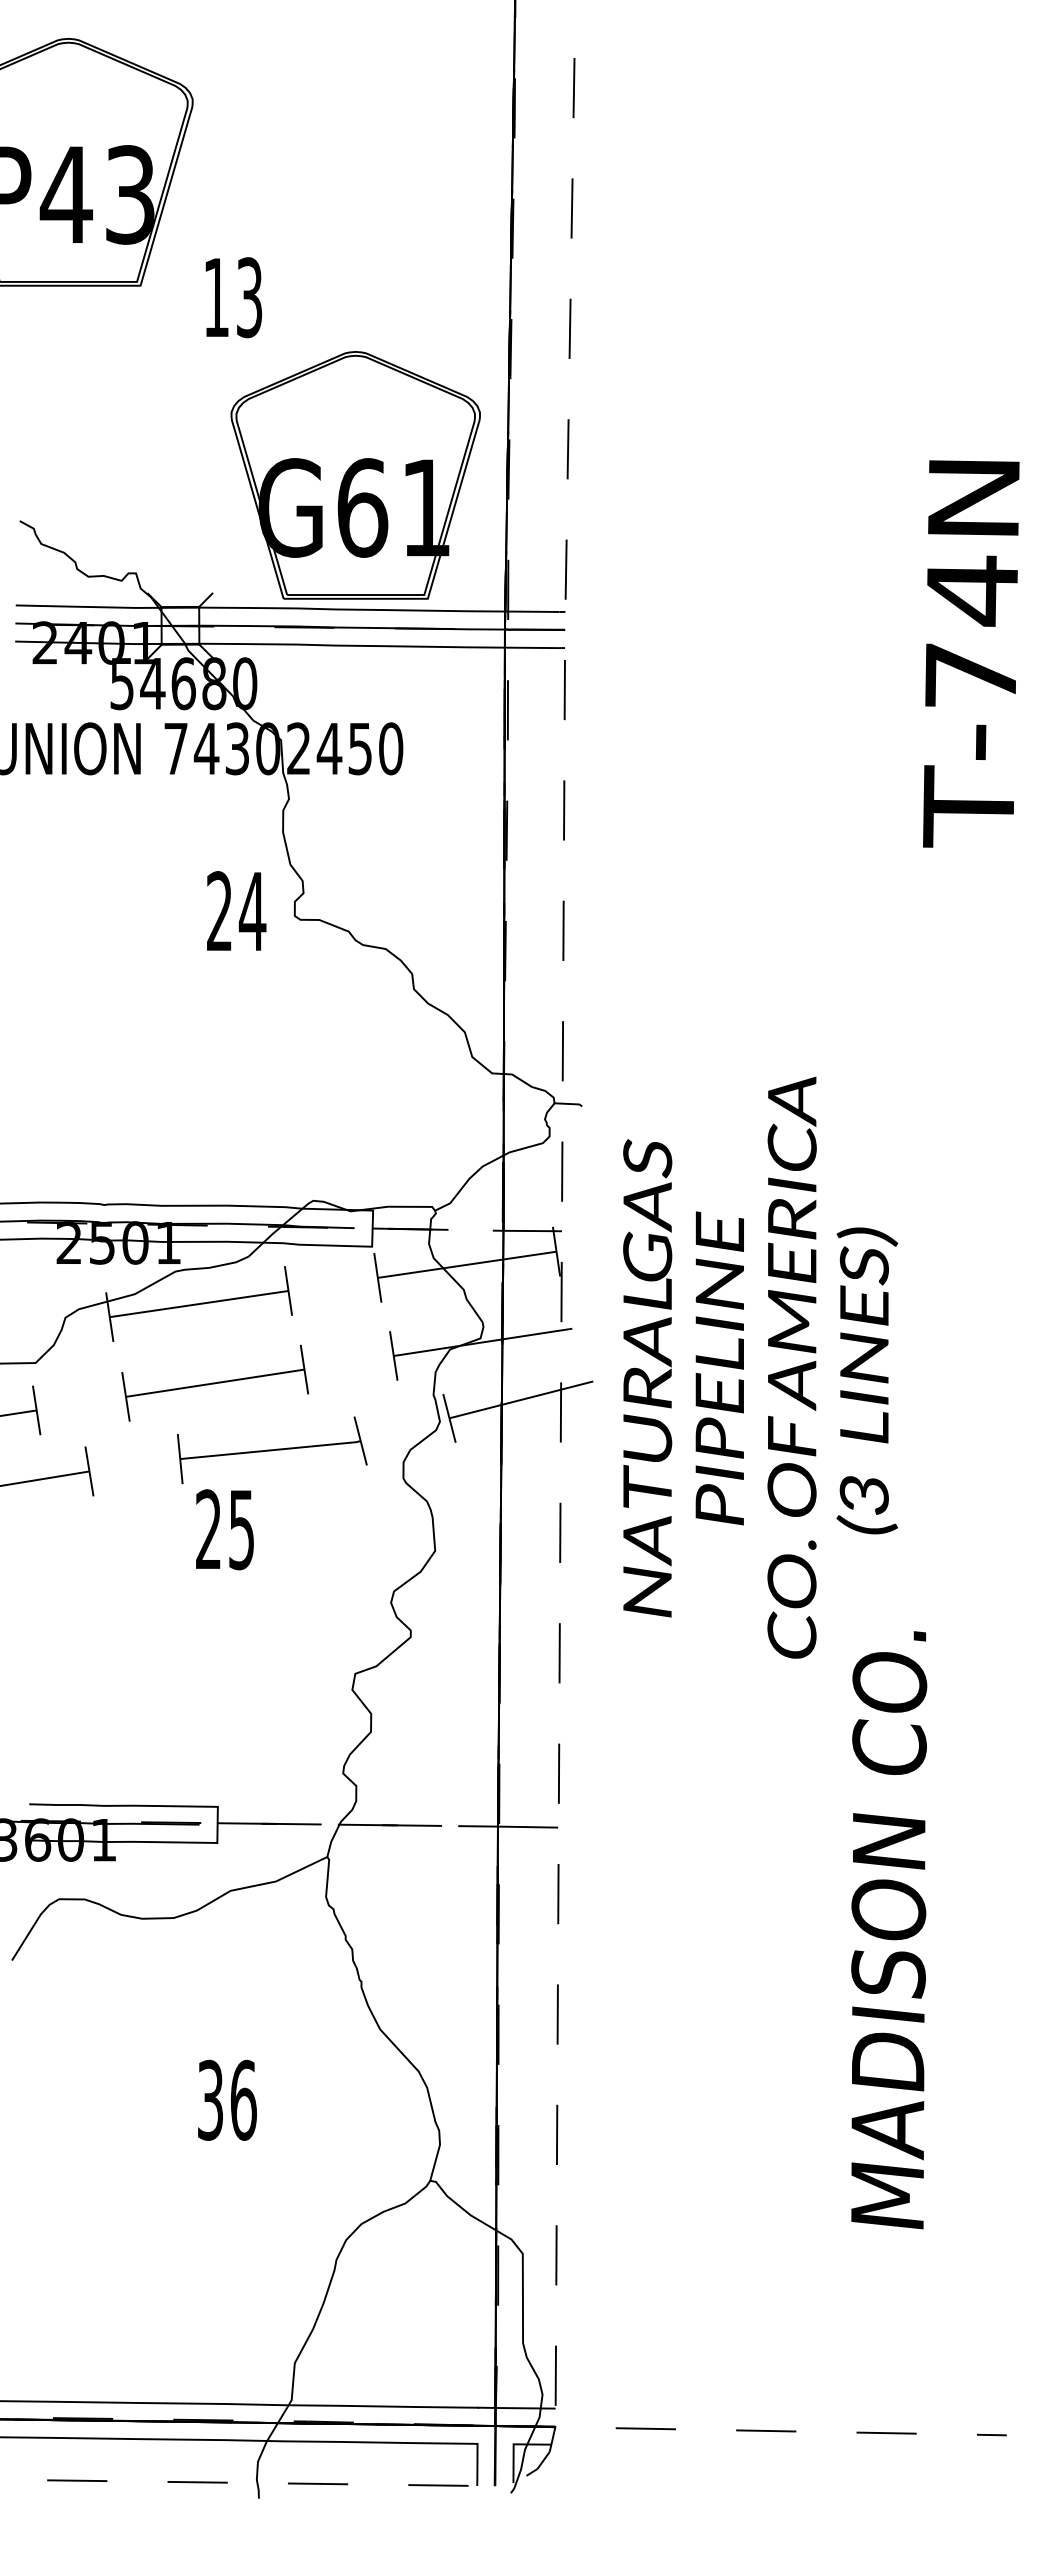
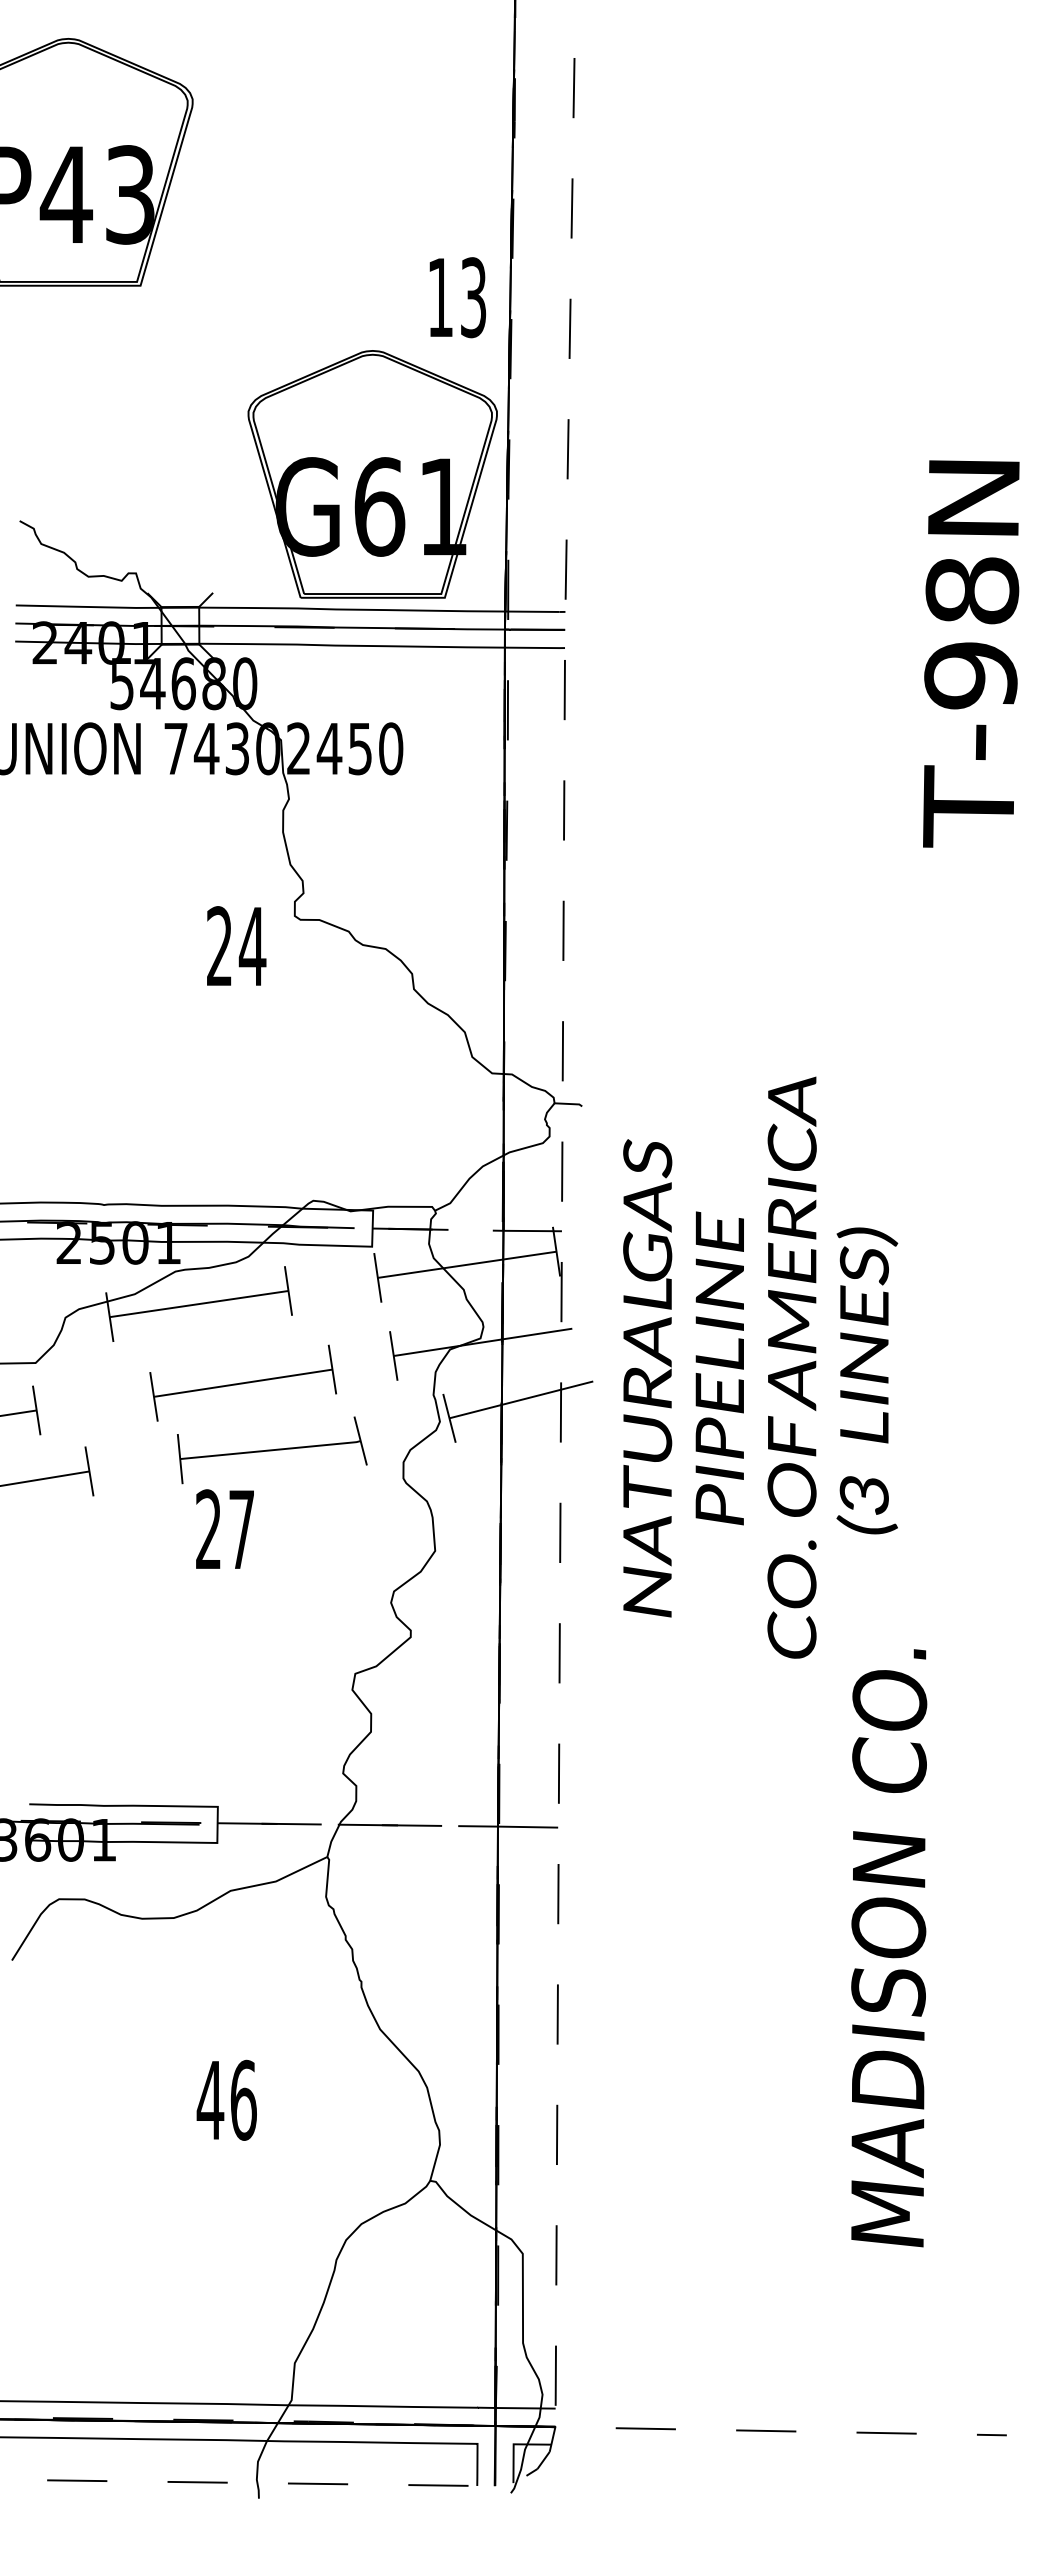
text at (233, 297) position: (233, 297) -> (457, 297)
part at (355, 475) position: (355, 475) -> (372, 474)
text at (971, 632): T-74N -> T-98N
text at (236, 910) position: (236, 910) -> (236, 945)
part at (214, 1382) position: (214, 1382) -> (242, 1382)
text at (241, 1530): 25 -> 27
text at (889, 1930) position: (889, 1930) -> (889, 1948)
text at (210, 2099): 36 -> 46
